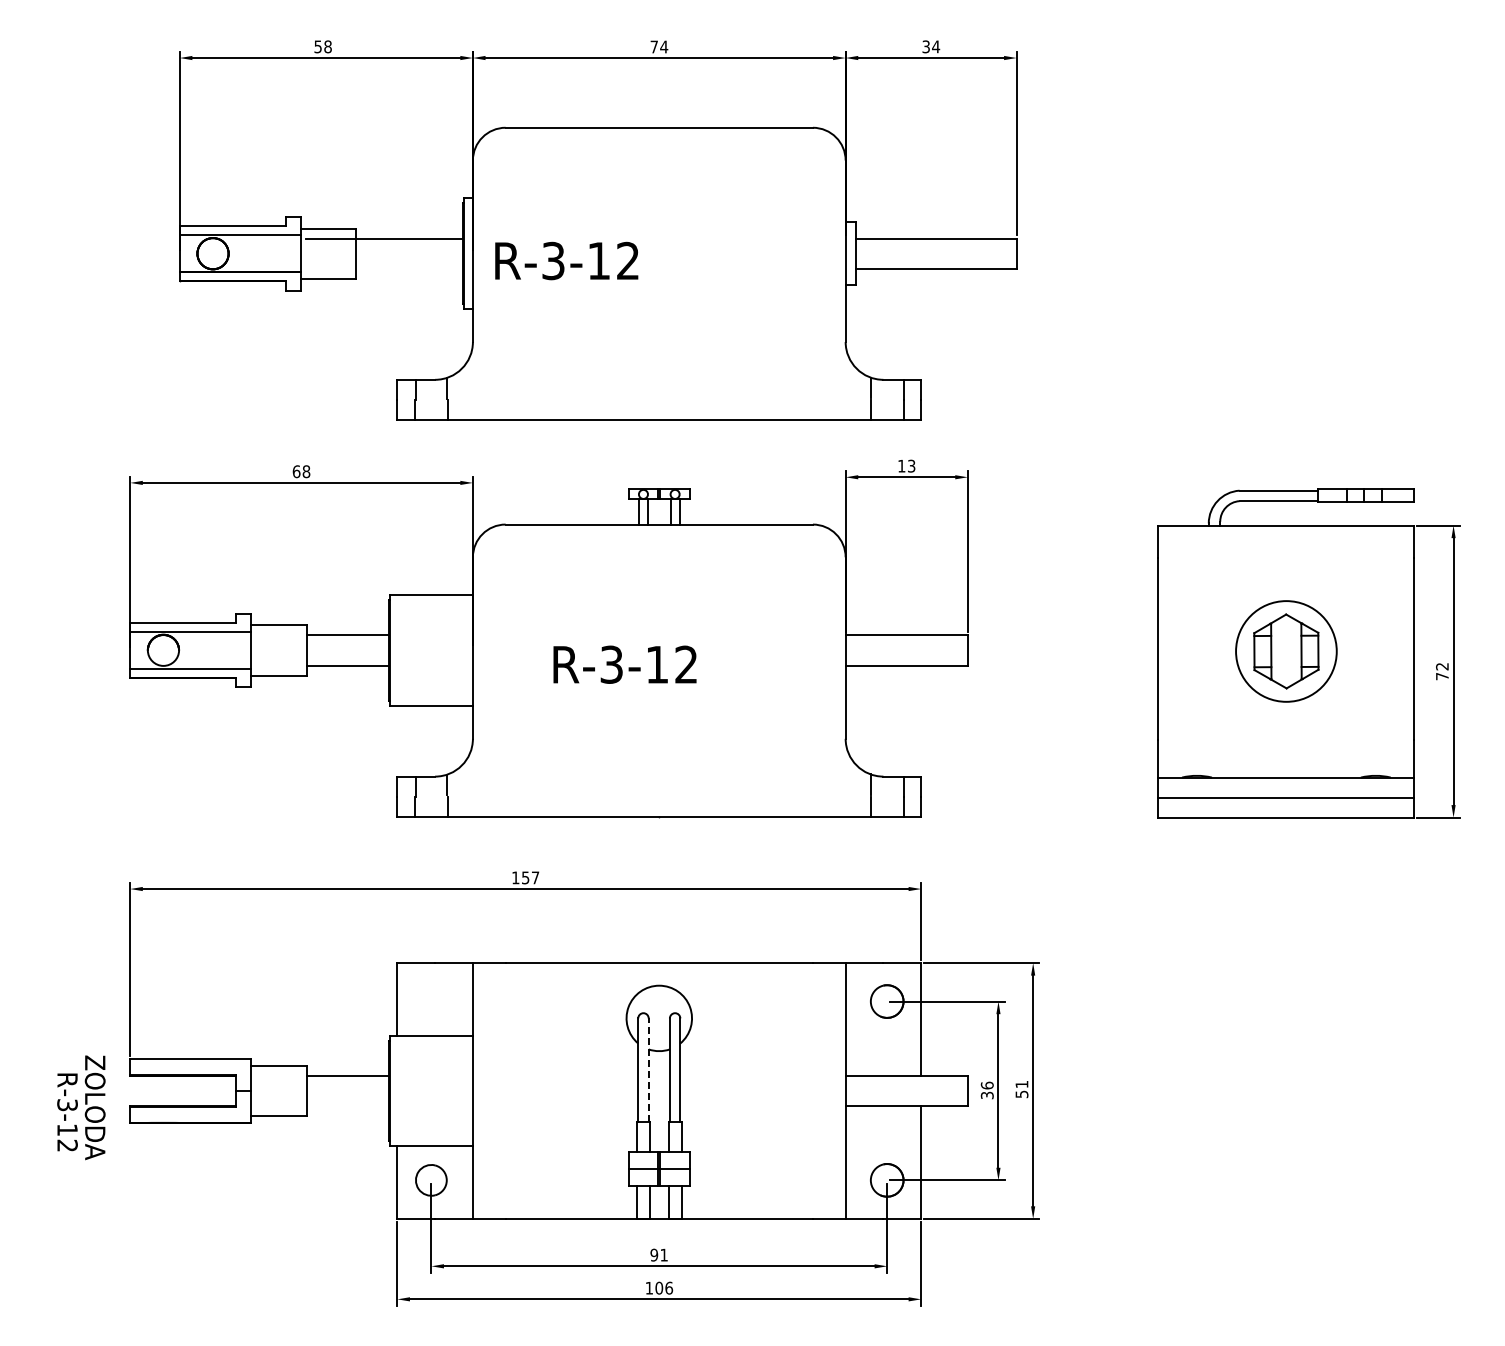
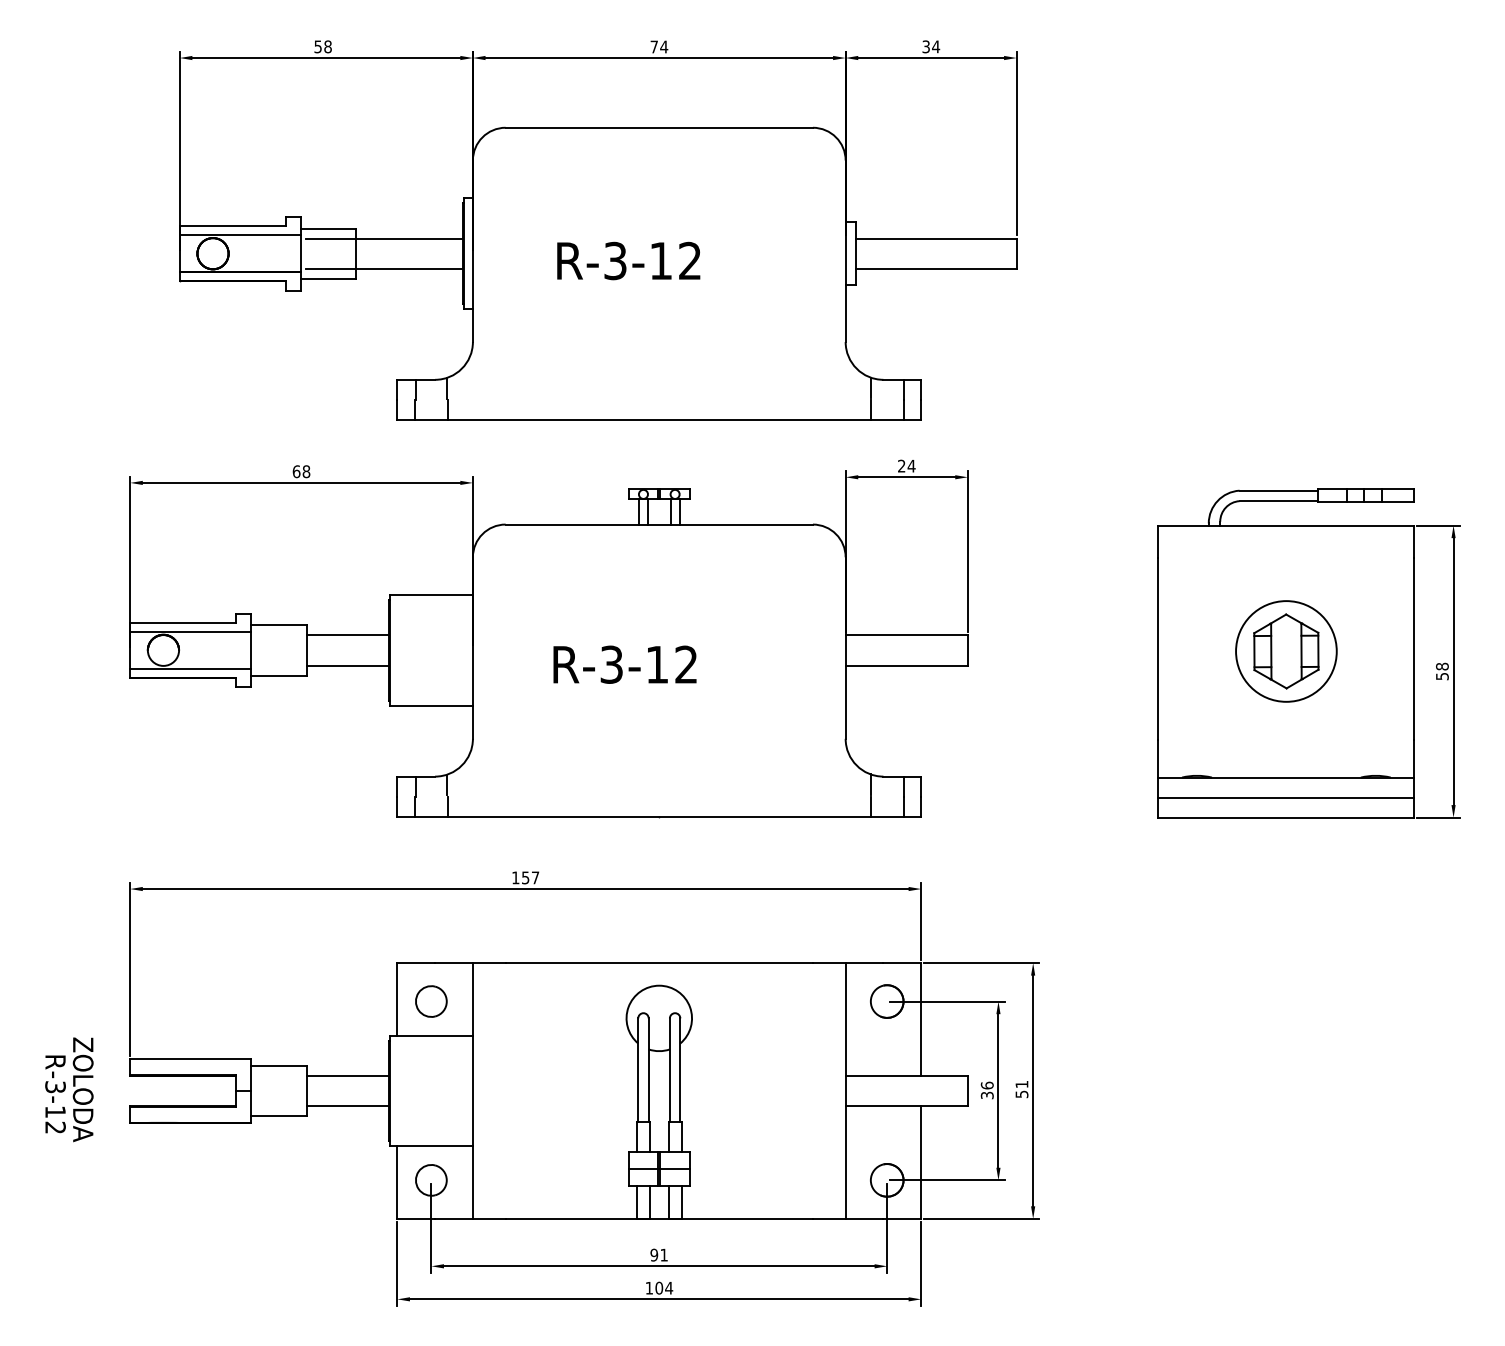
text at (566, 260) position: (566, 260) -> (628, 260)
line at (383, 268): none -> present
text at (906, 465): 13 -> 24
text at (1442, 671): 72 -> 58
part at (431, 1001): none -> present
line at (648, 1070): dashed -> solid
line at (347, 1106): none -> present
text at (81, 1107) position: (81, 1107) -> (69, 1089)
text at (668, 1287): 106 -> 104
